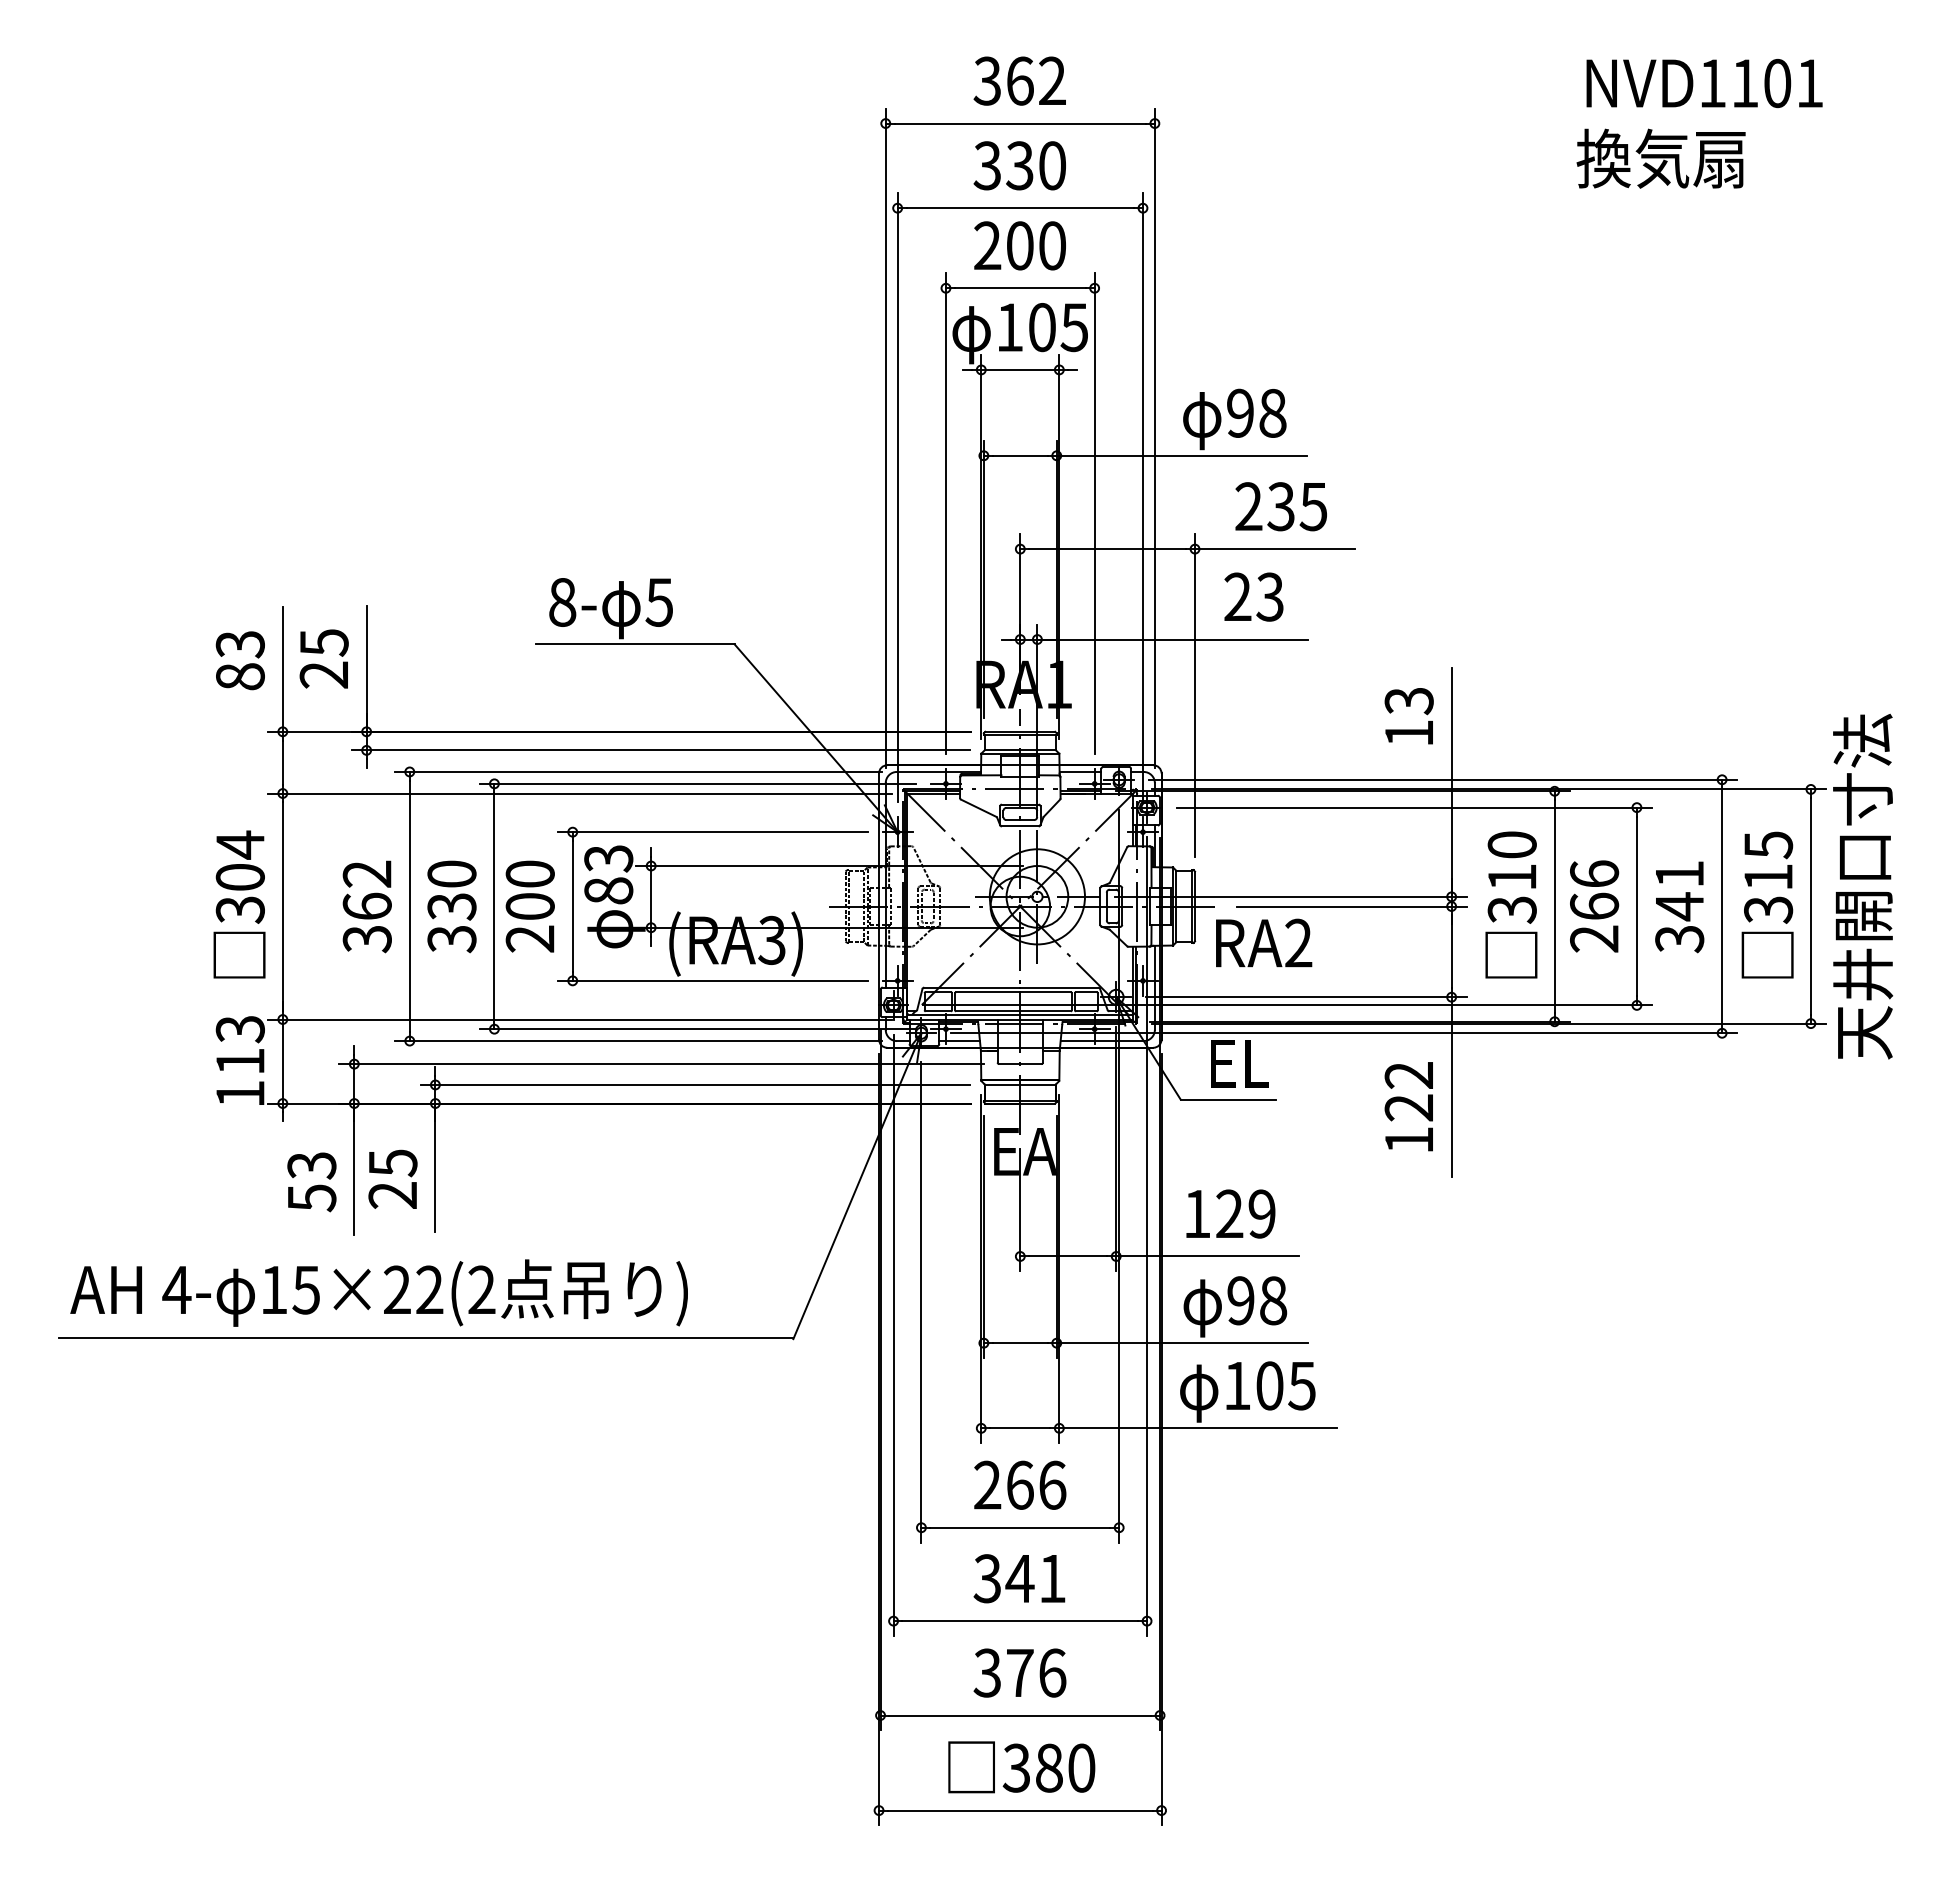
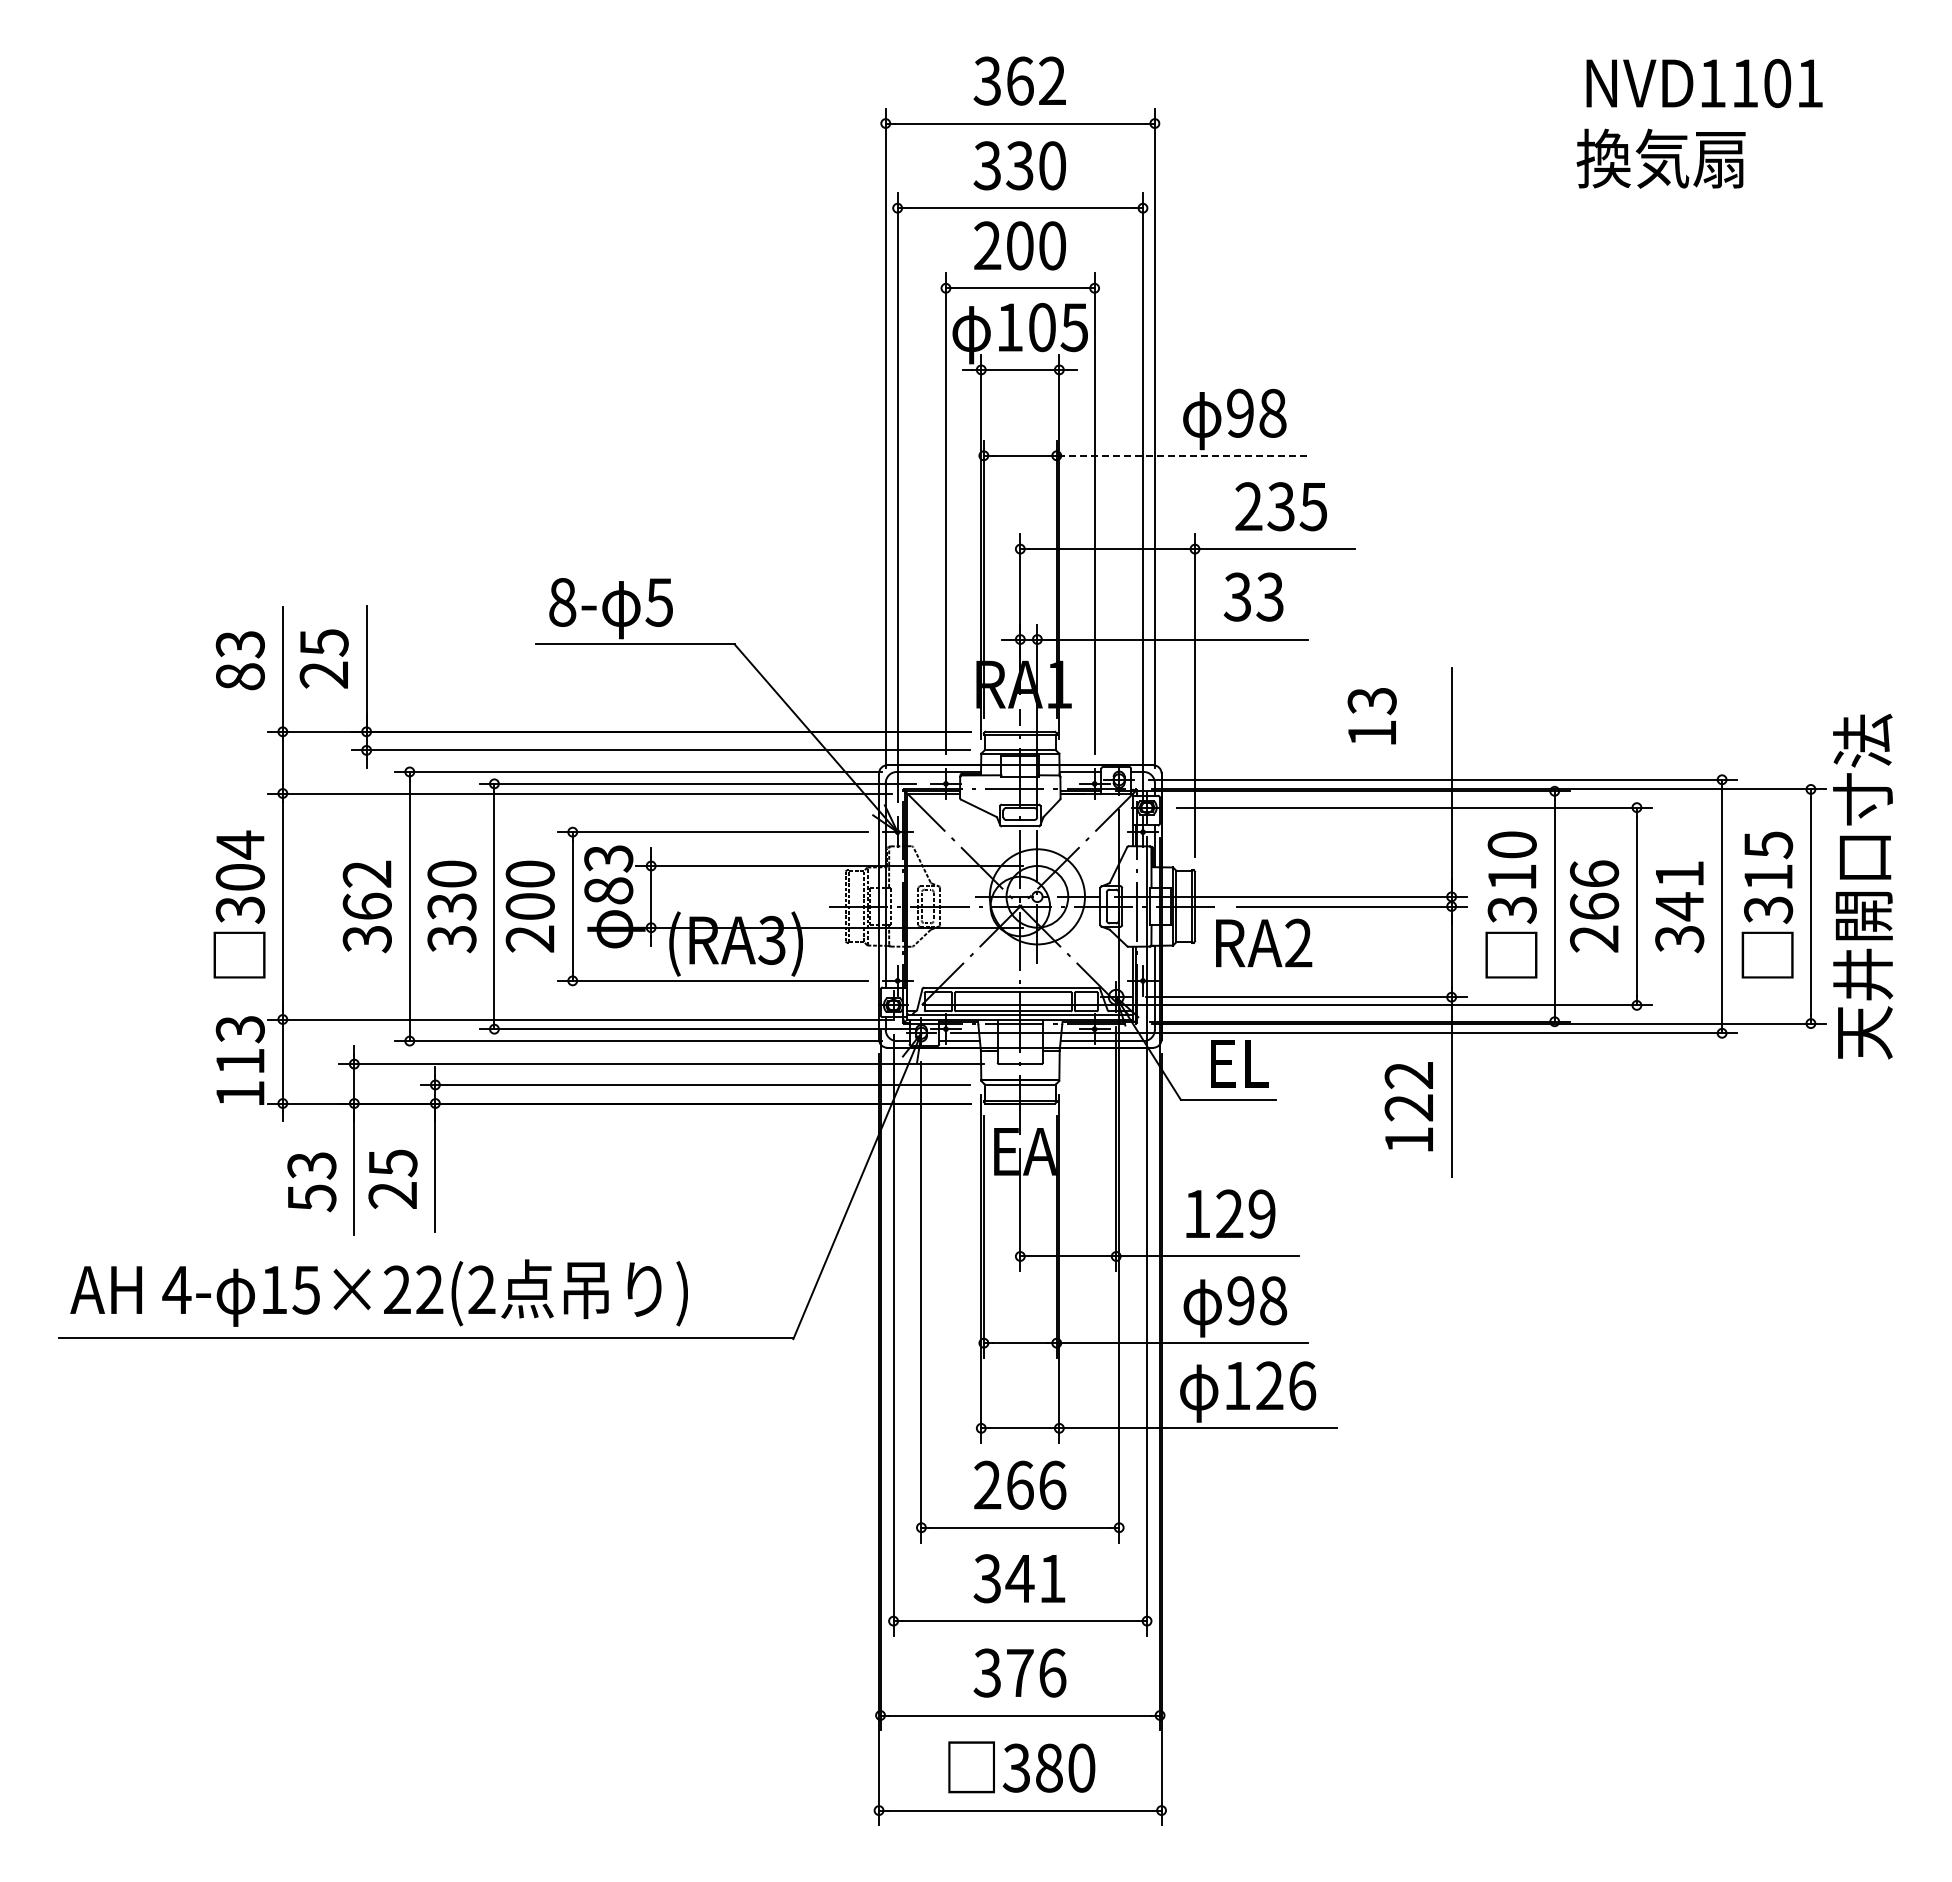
line at (1181, 455): solid -> dashed
text at (1237, 597): 23 -> 33
text at (1408, 716) position: (1408, 716) -> (1371, 716)
text at (1286, 1385): 105 -> 126
